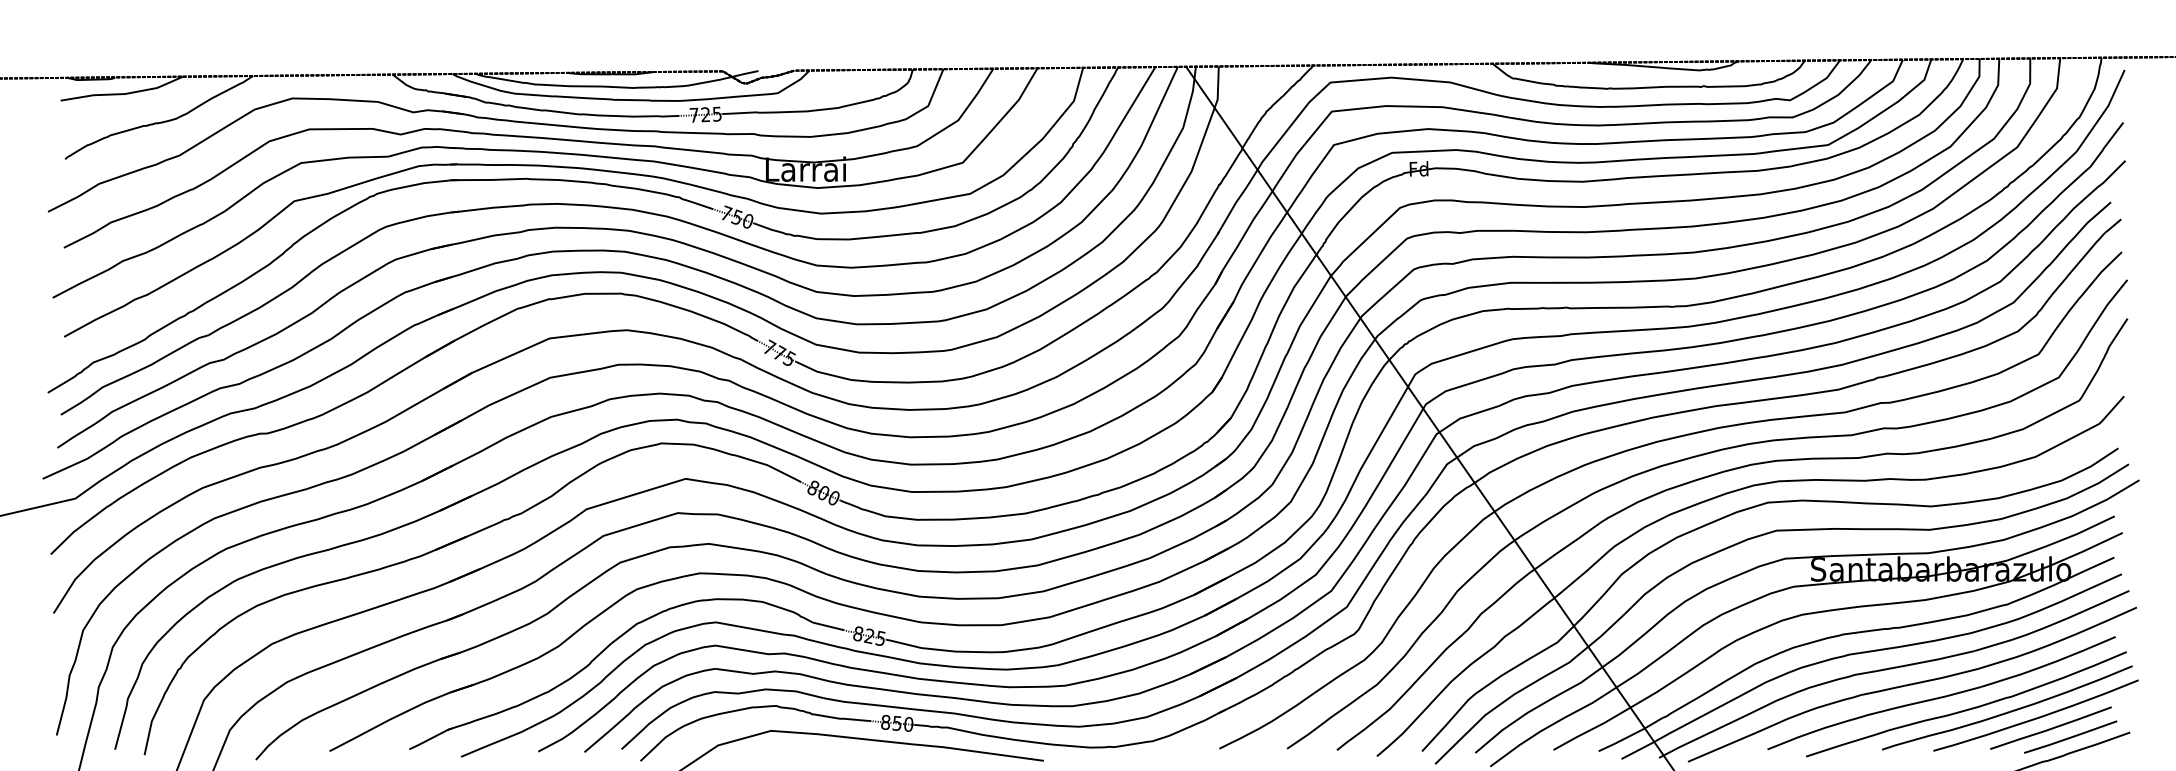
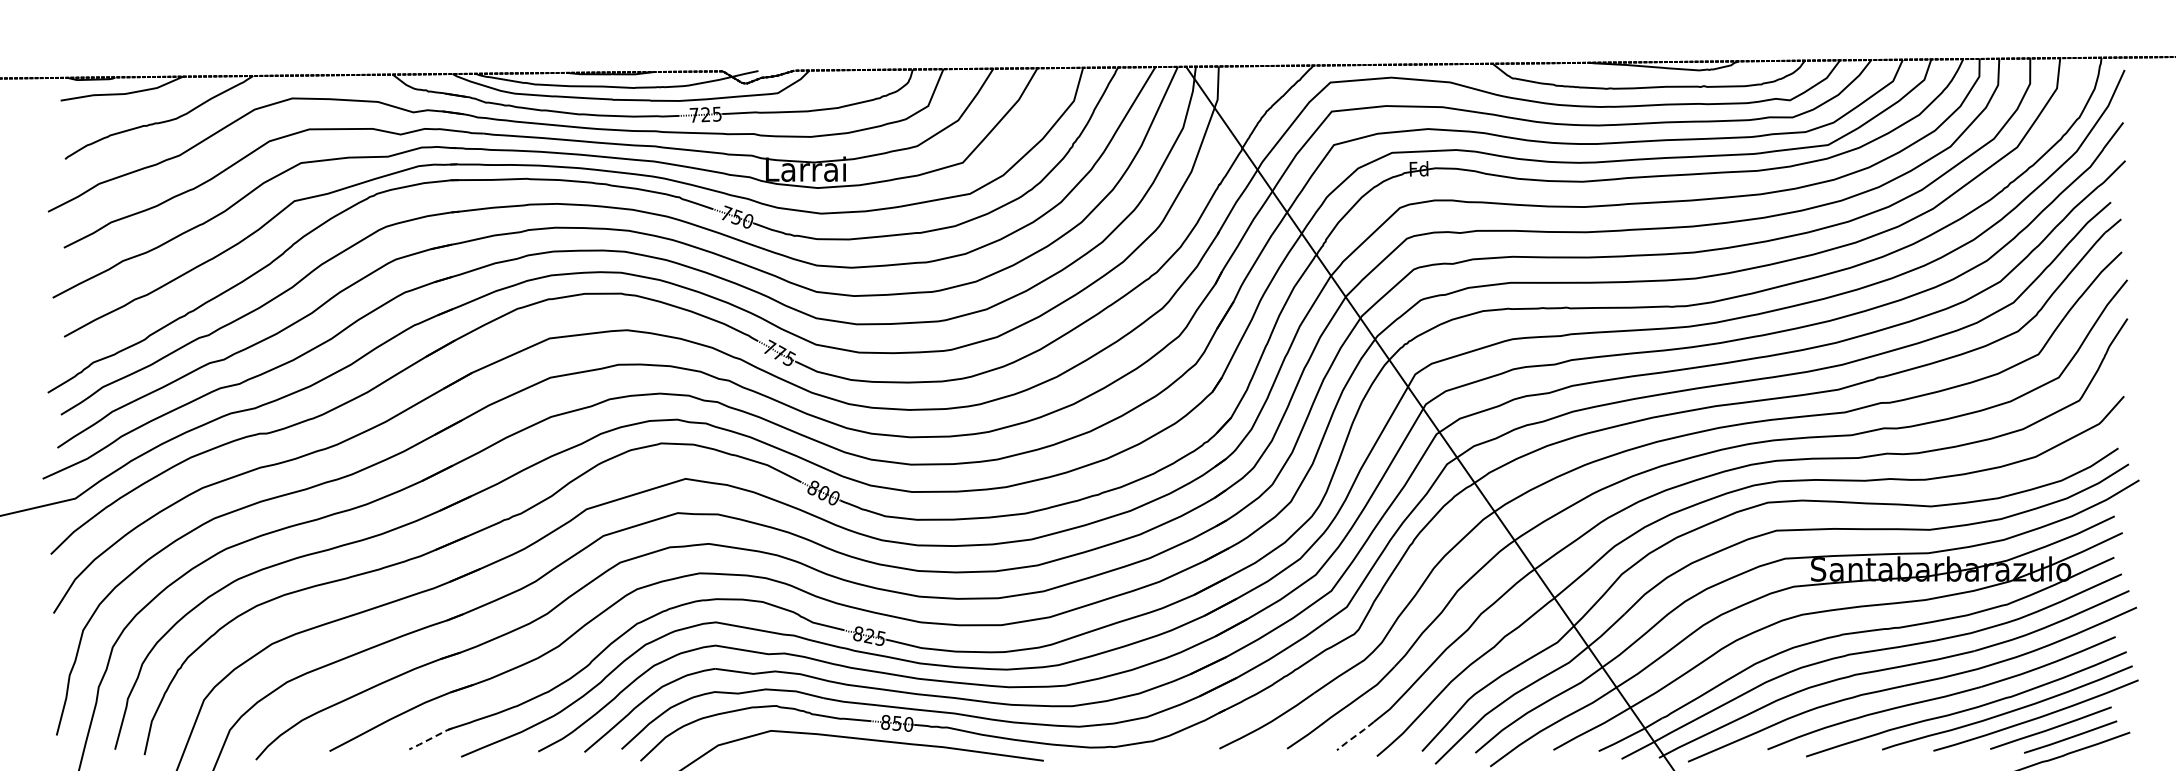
line at (1355, 736): solid -> dashed
line at (430, 739): solid -> dashed
